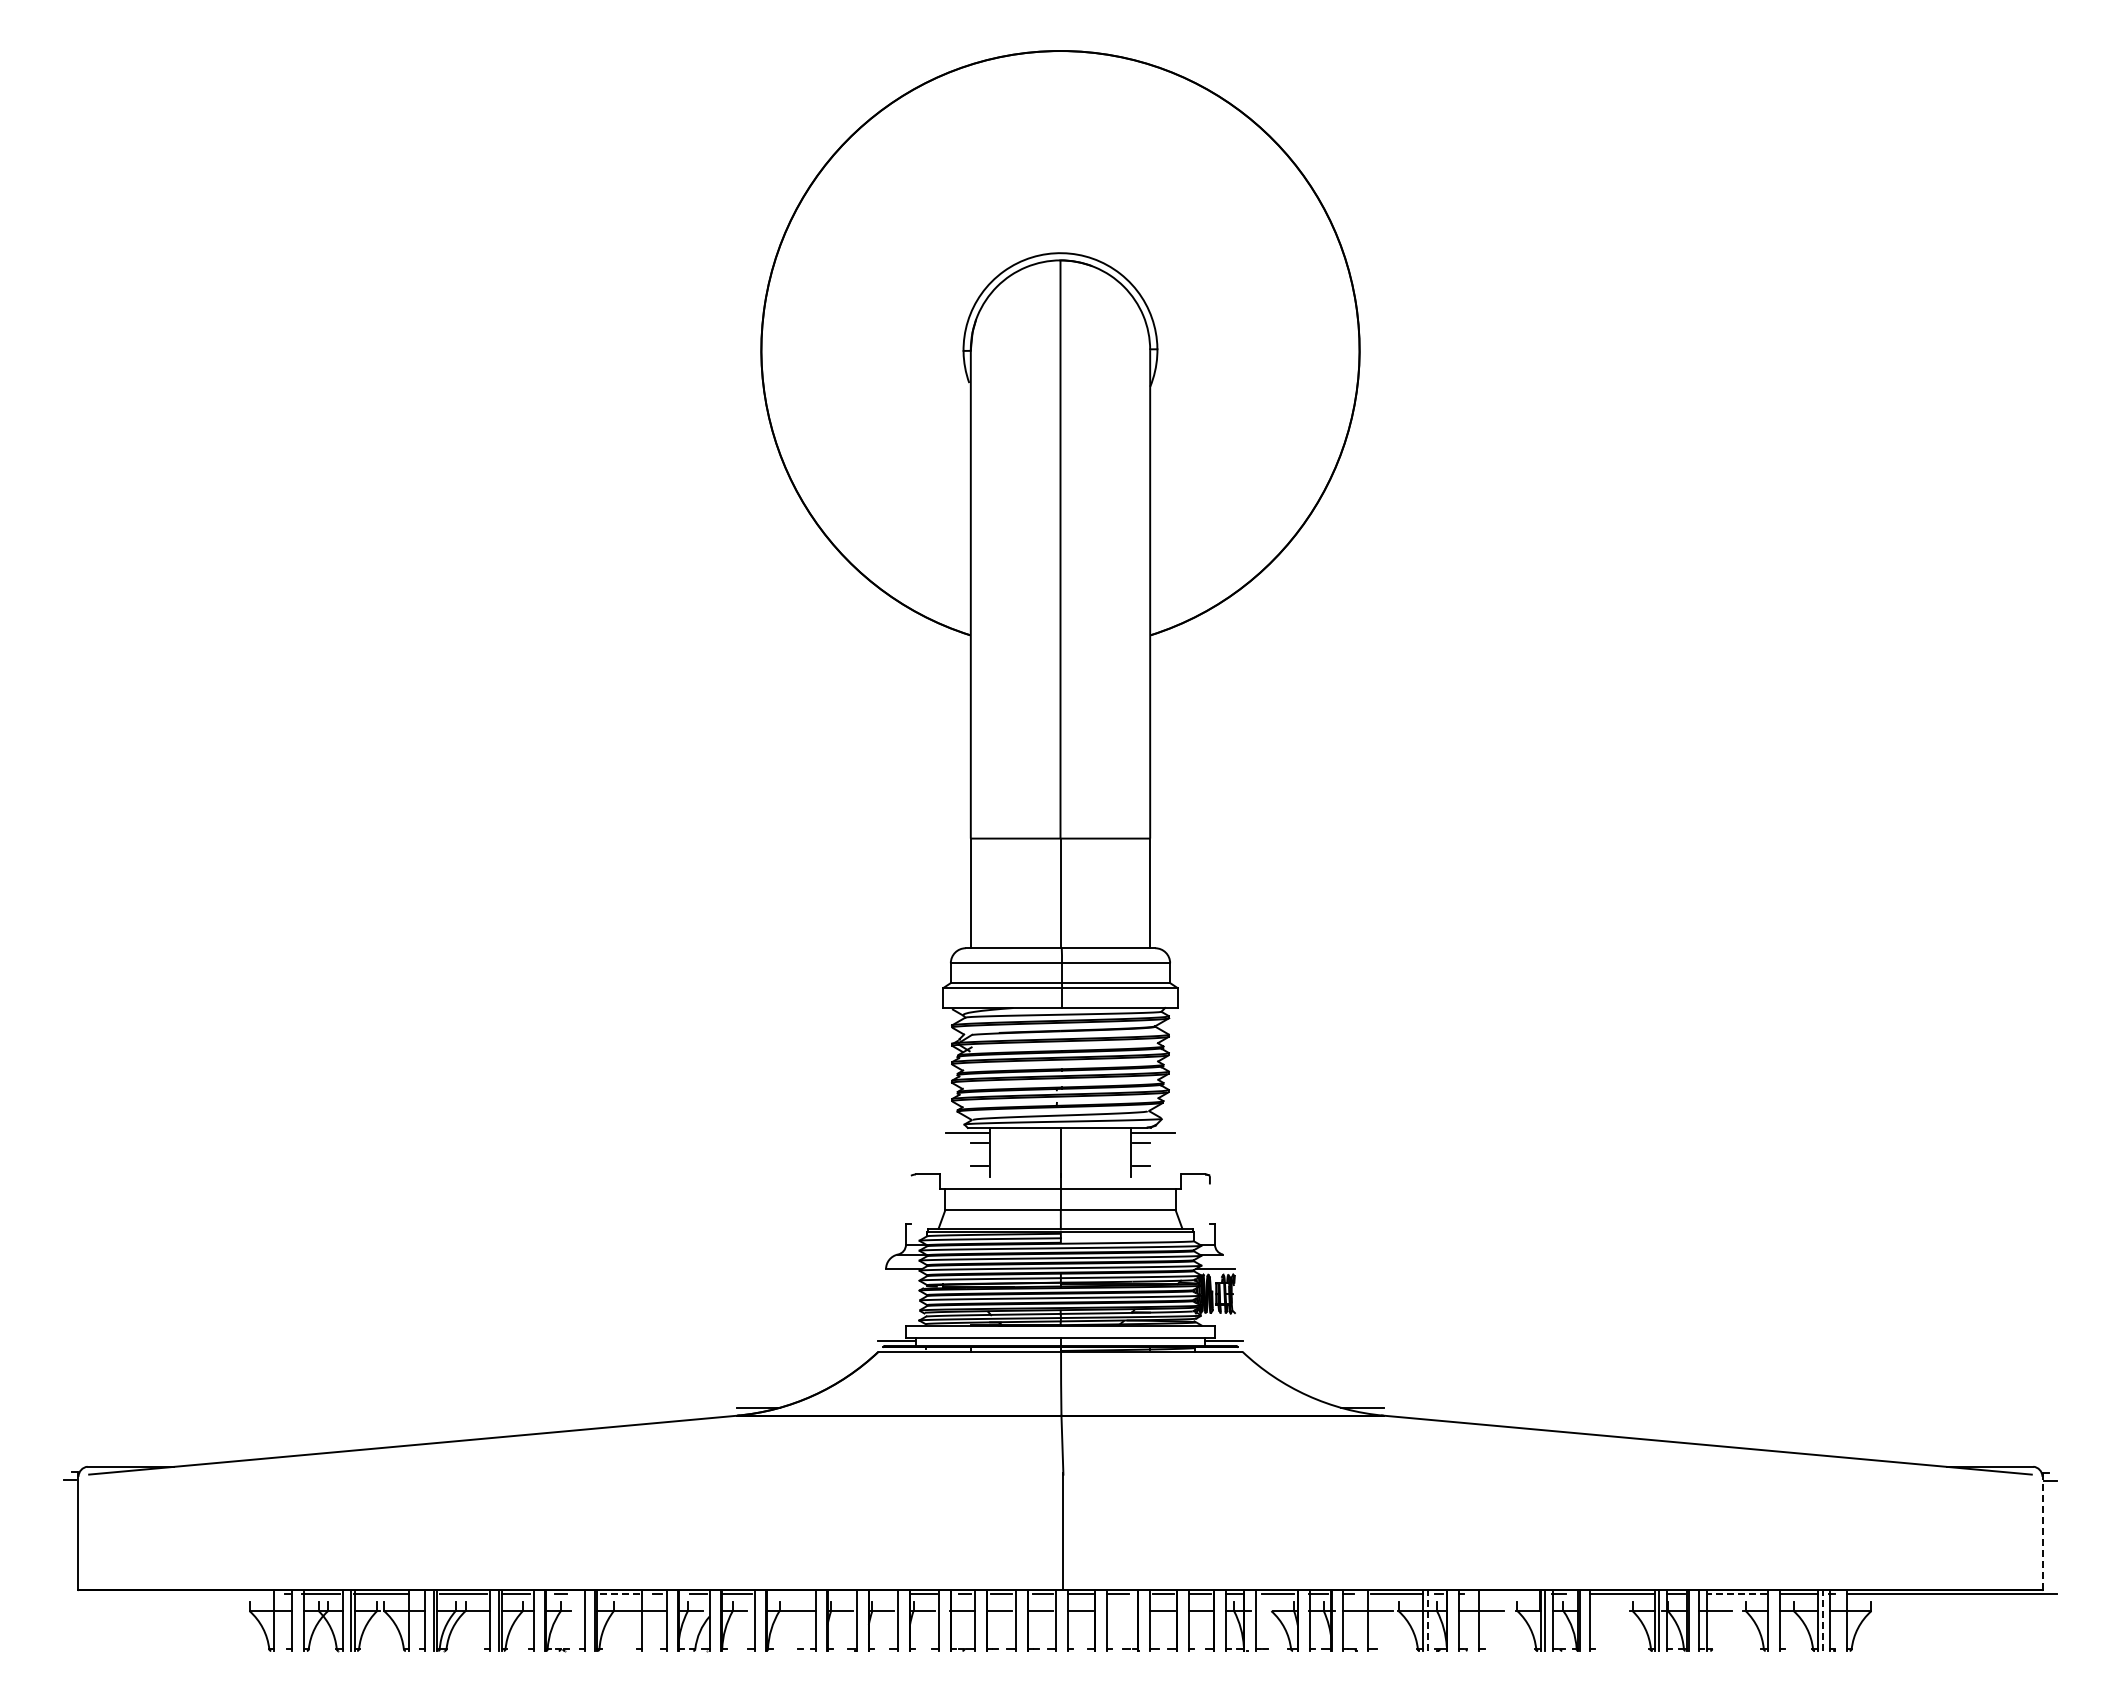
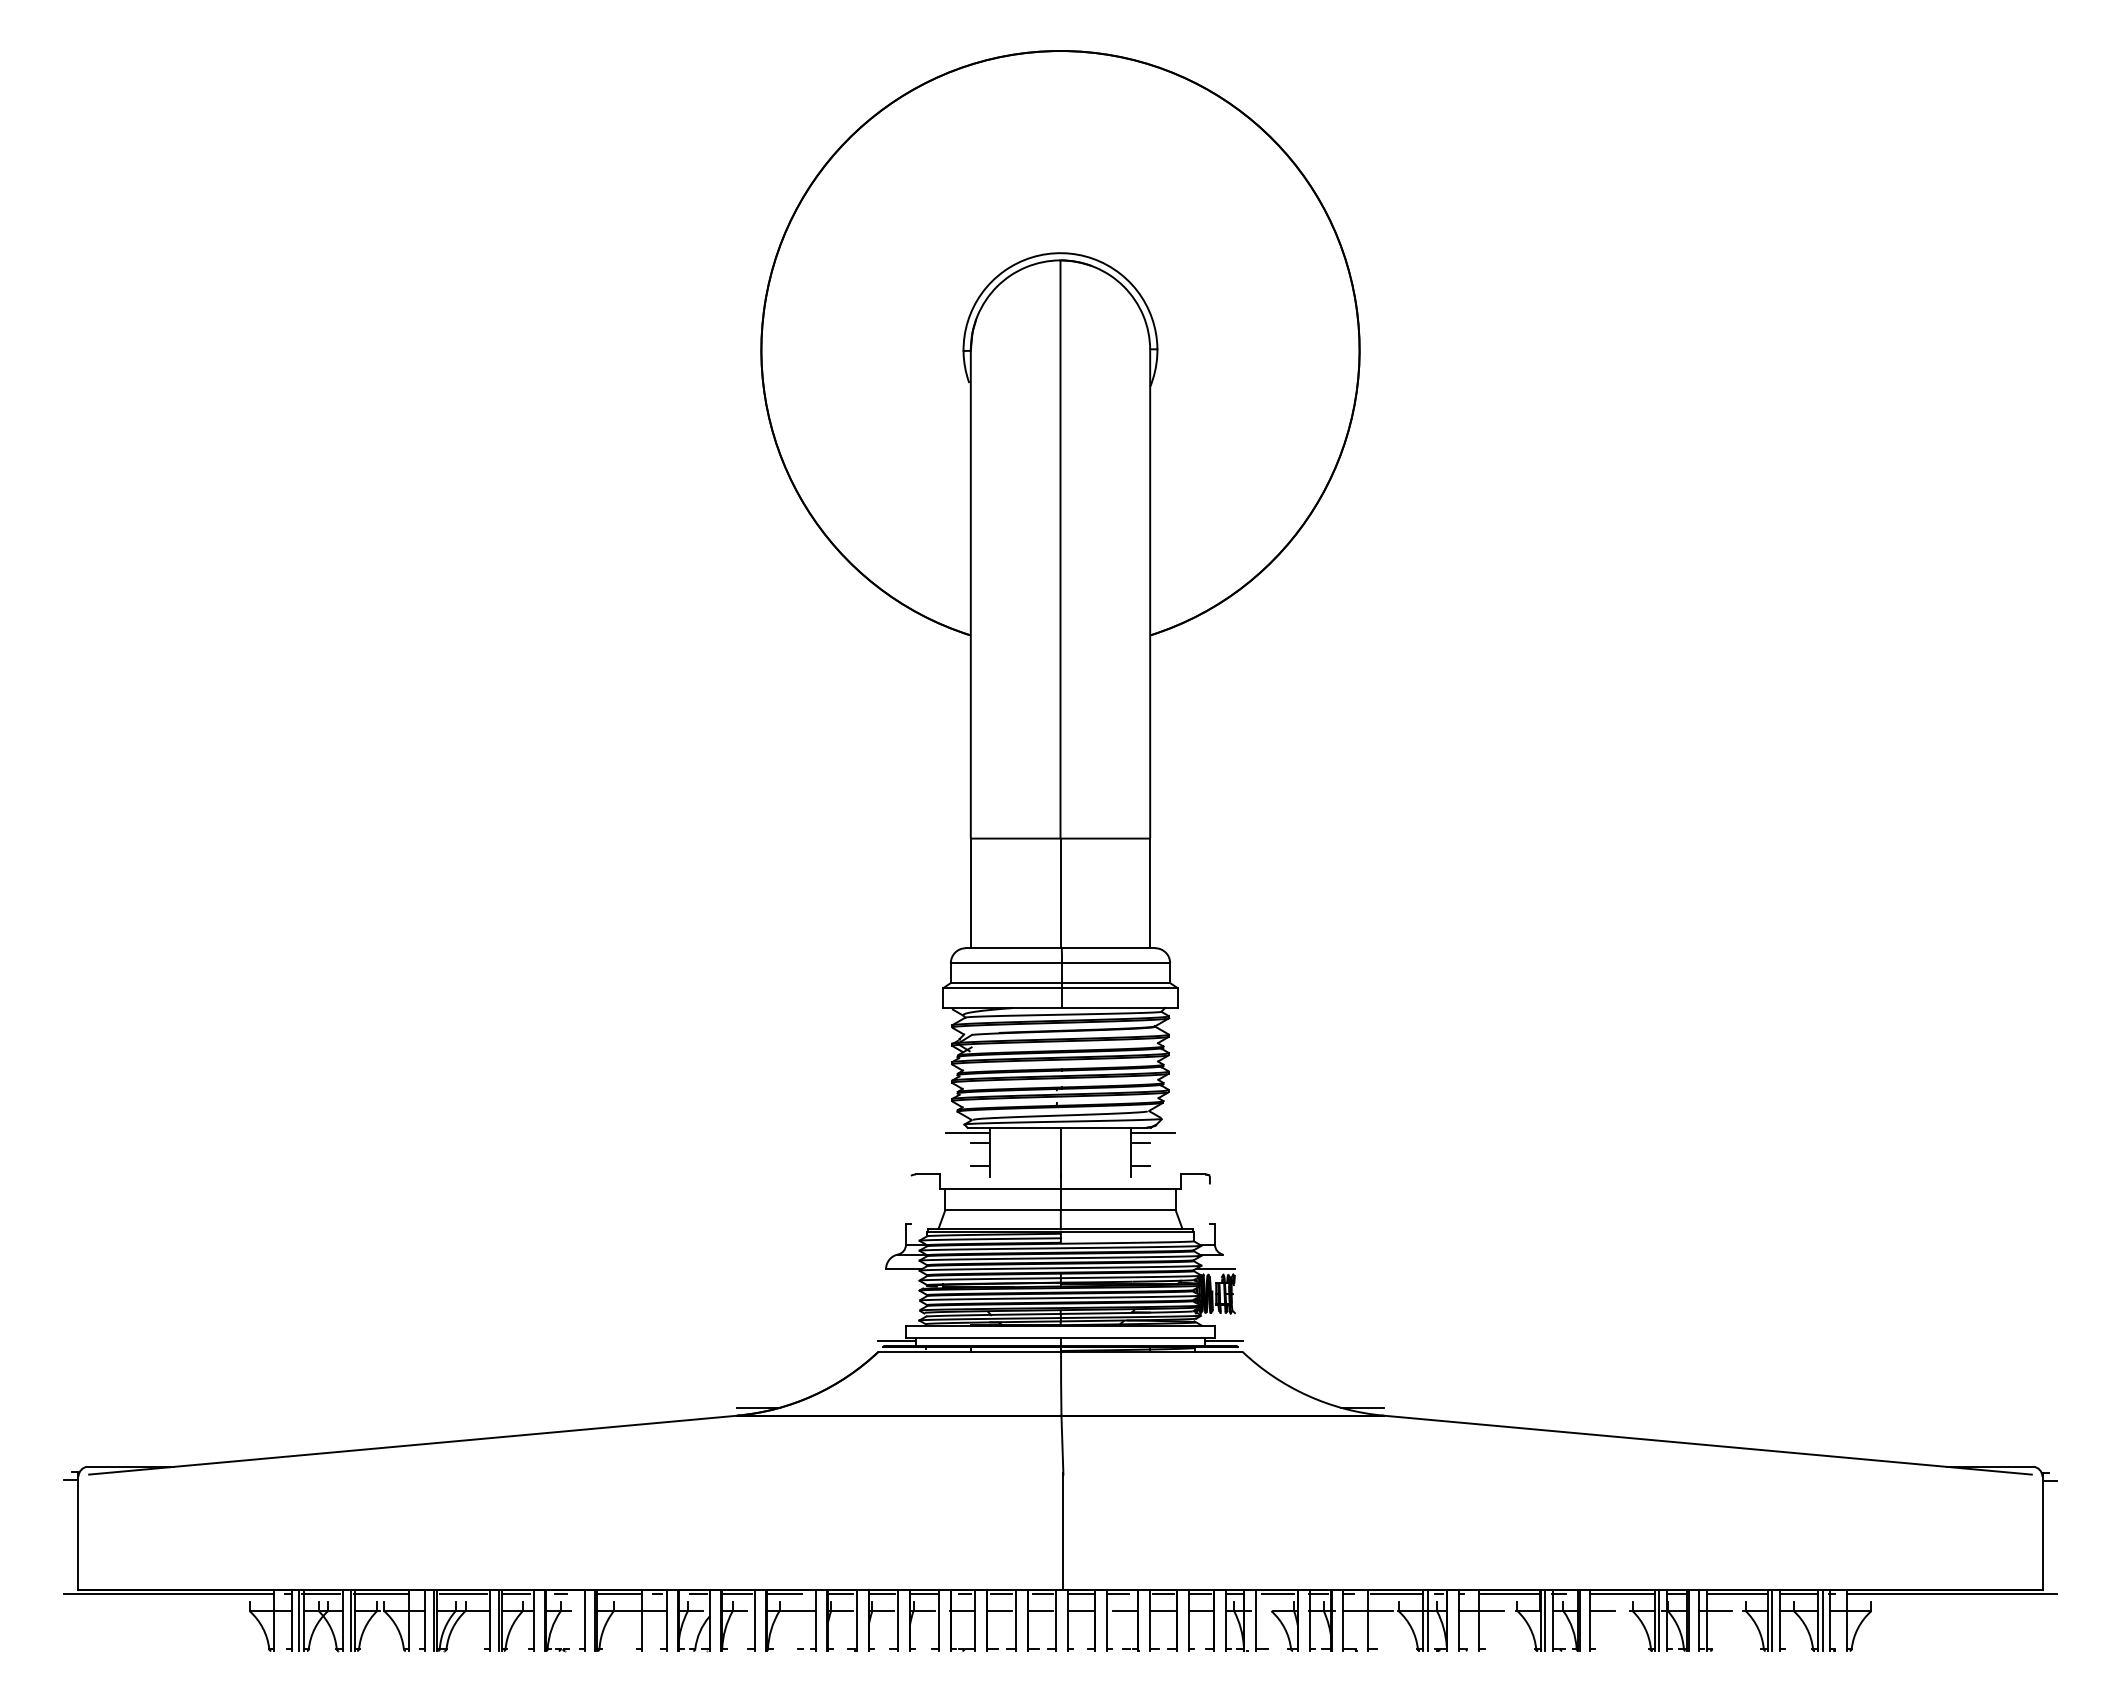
line at (2042, 1531): dashed -> solid
line at (168, 1594): none -> present
line at (617, 1594): dashed -> solid
line at (783, 1594): none -> present
line at (839, 1594): none -> present
line at (882, 1594): none -> present
line at (1510, 1594): none -> present
line at (1736, 1594): dashed -> solid
line at (1125, 1611): none -> present
line at (1602, 1611): none -> present
line at (299, 1620): none -> present
line at (1427, 1620): dashed -> solid
line at (1771, 1620): none -> present
line at (1822, 1620): dashed -> solid
